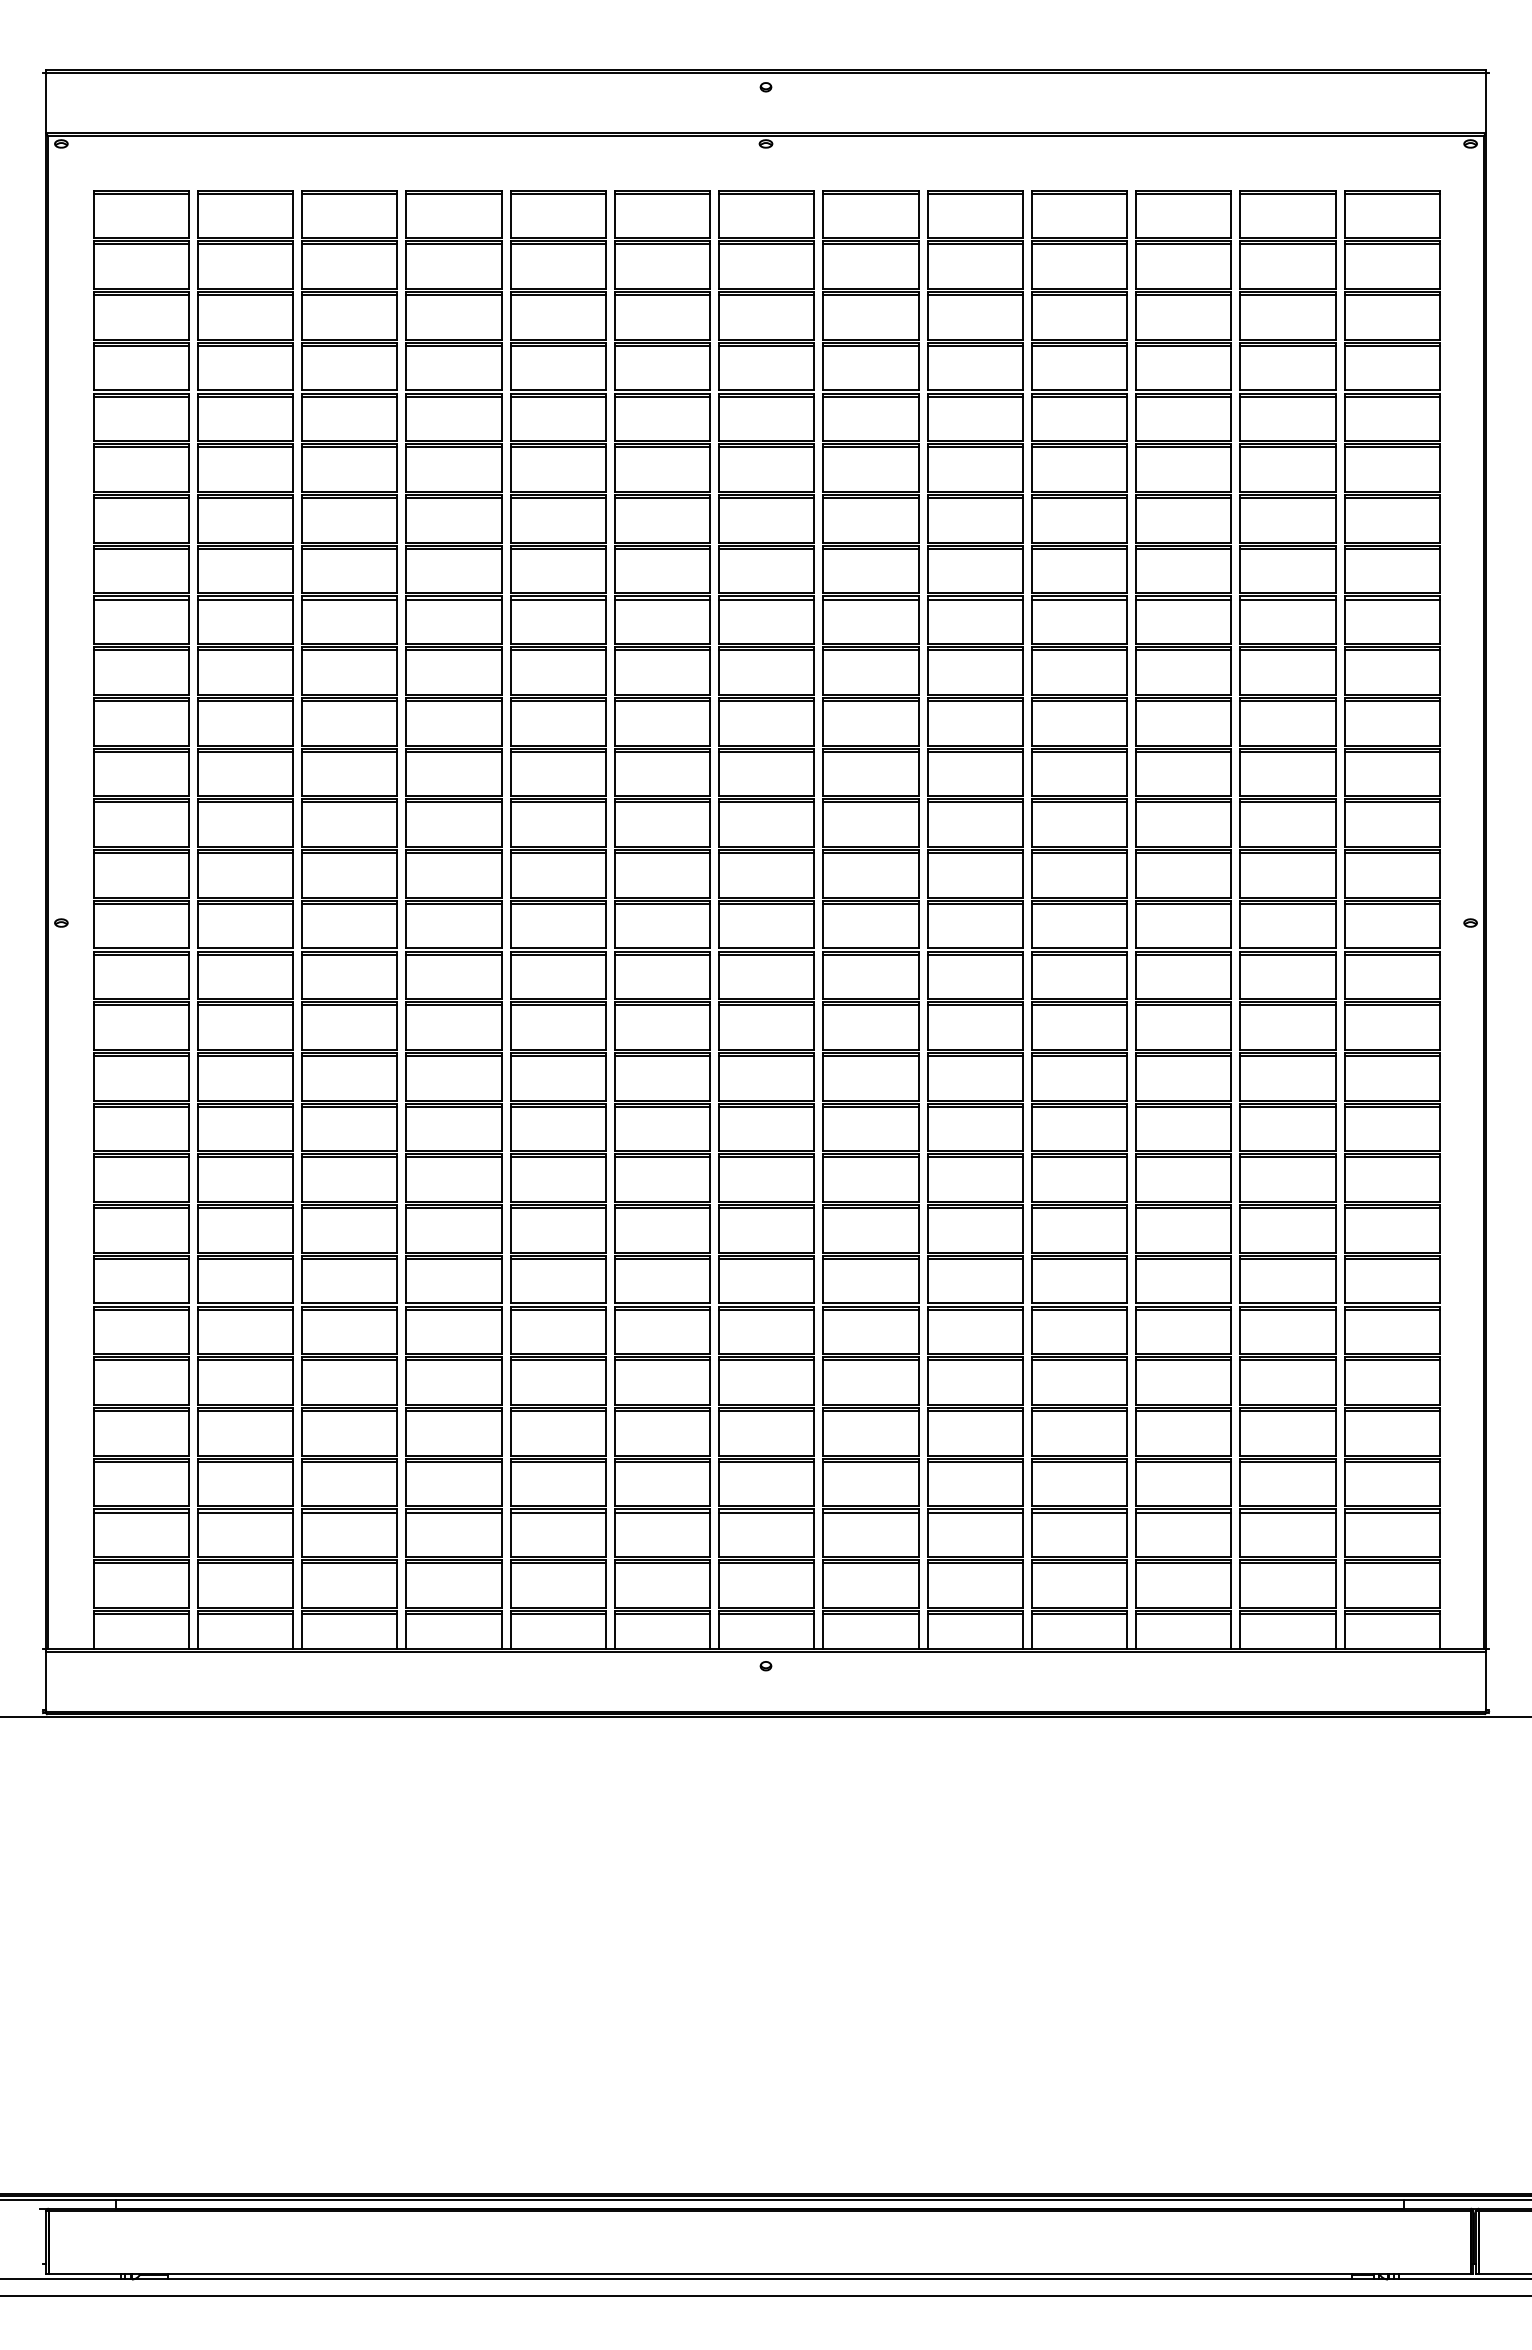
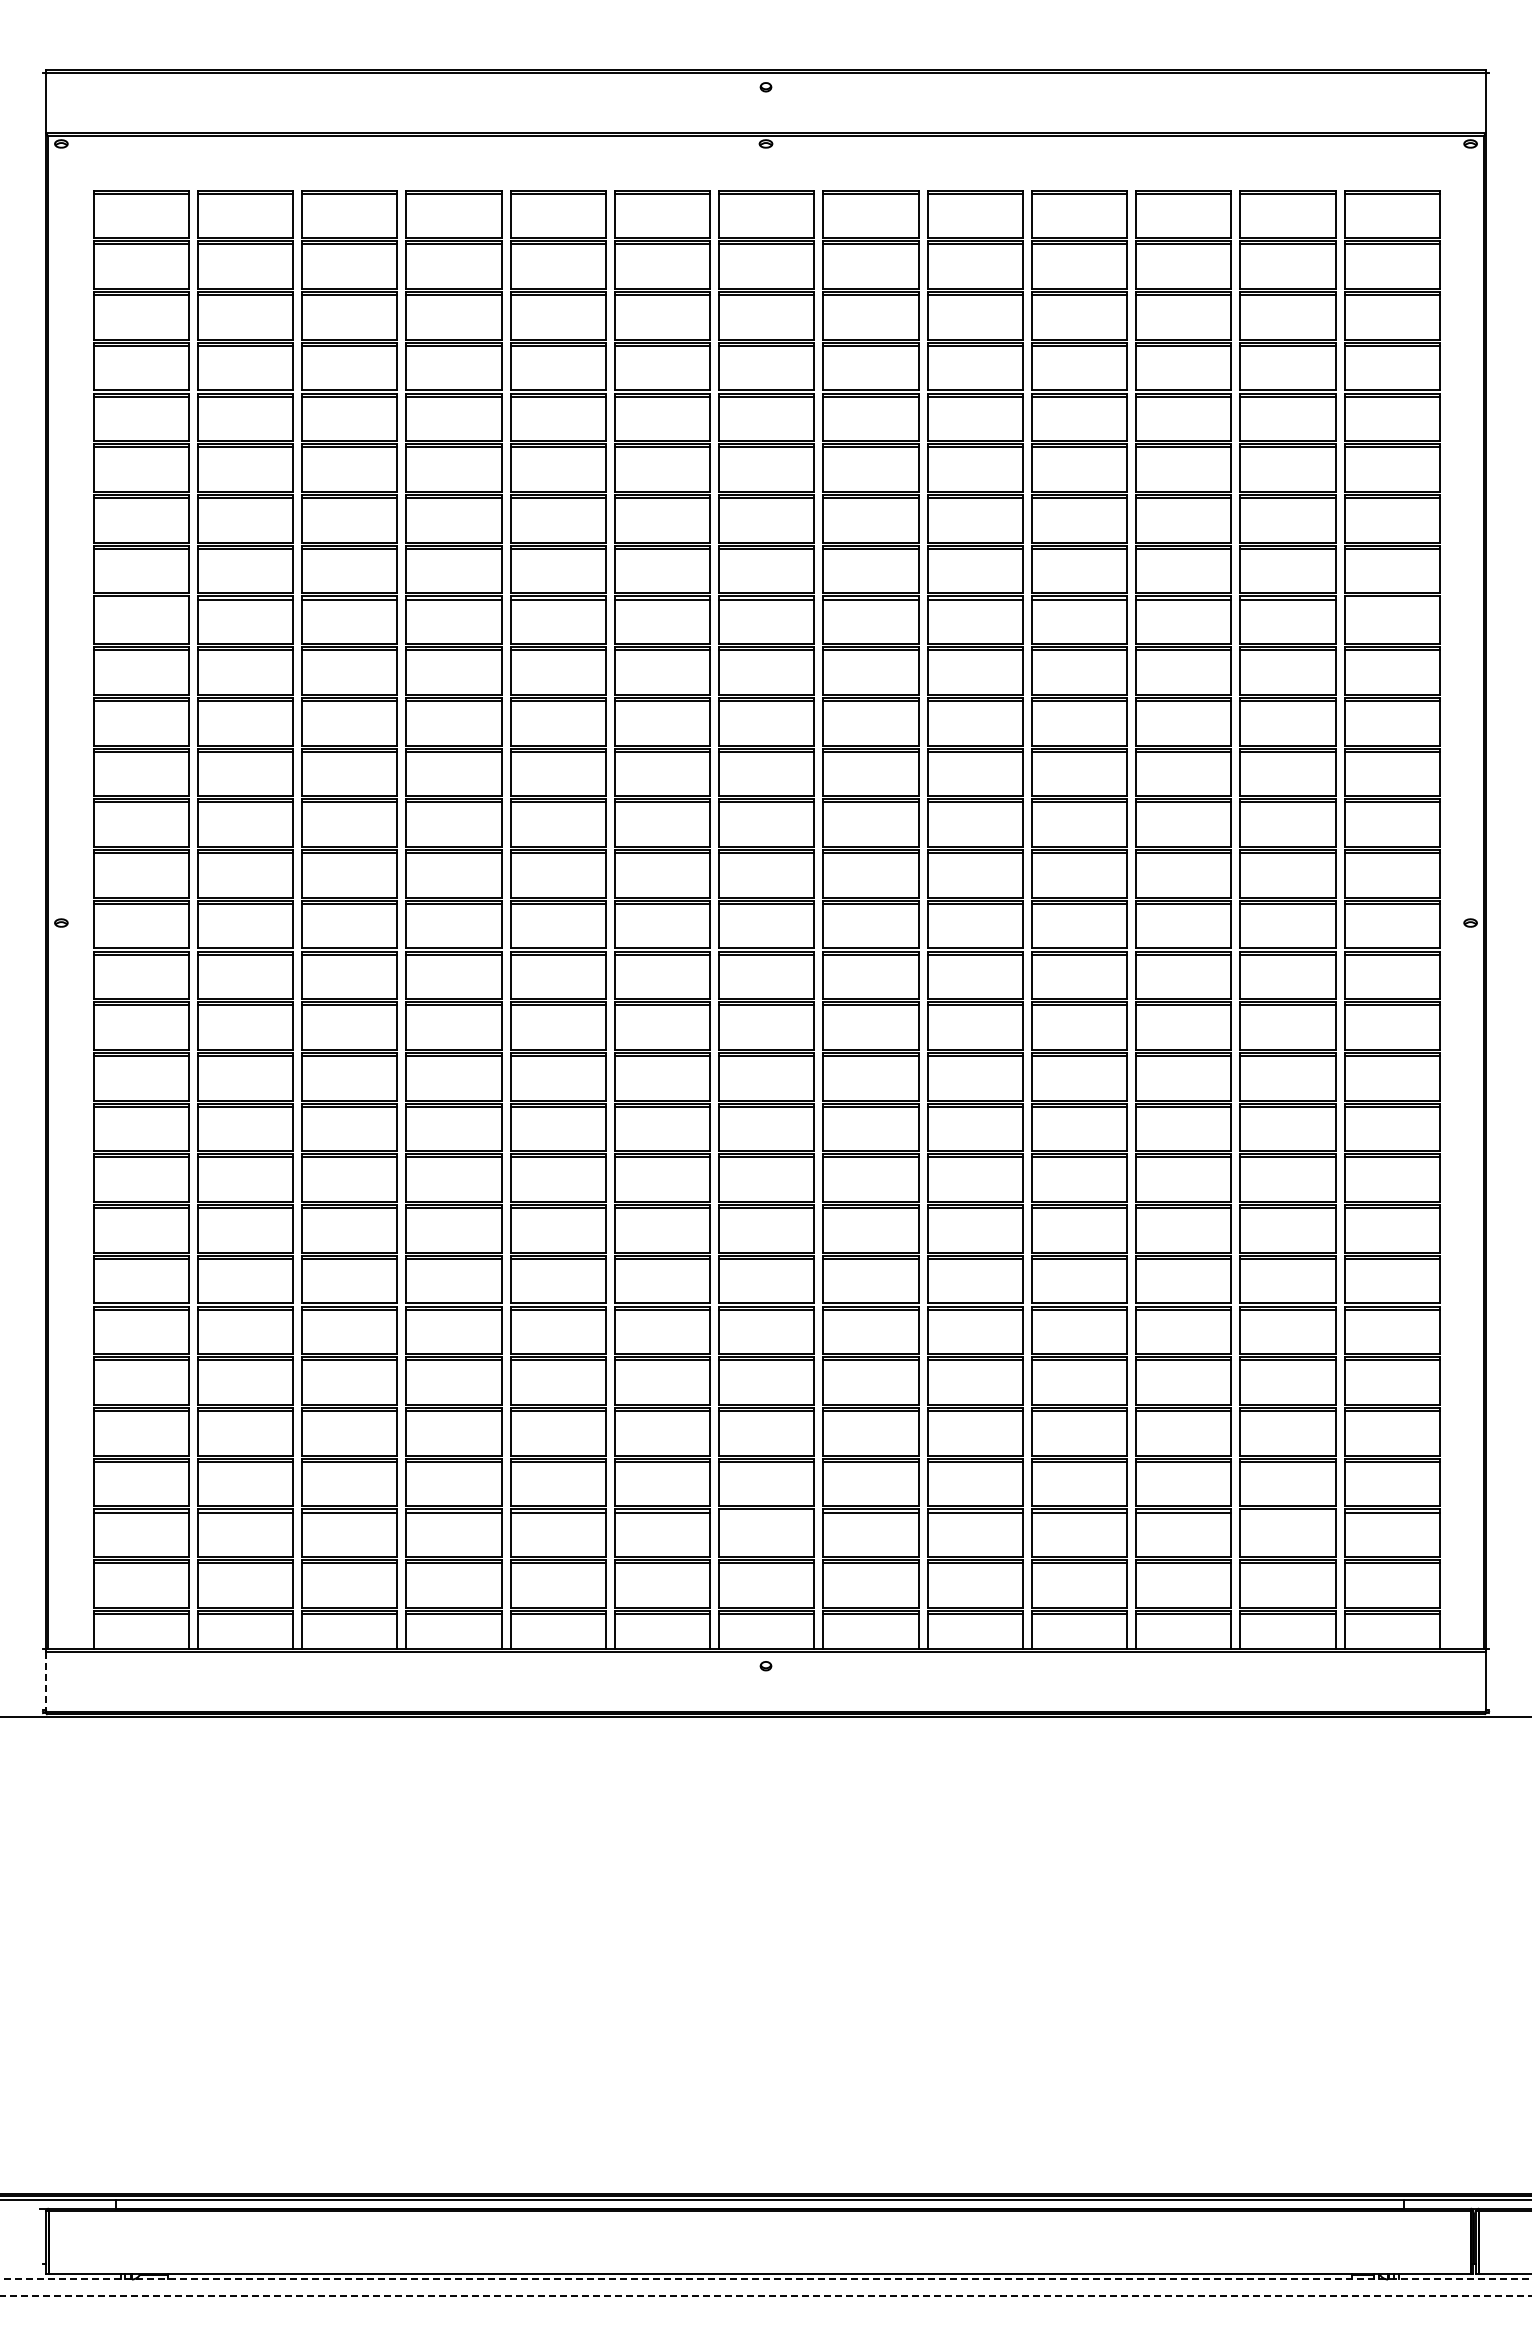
line at (140, 599): present -> none
line at (1391, 599): present -> none
line at (766, 1512): present -> none
line at (1287, 1512): present -> none
line at (45, 1682): solid -> dashed
line at (766, 2279): solid -> dashed
line at (765, 2295): solid -> dashed
